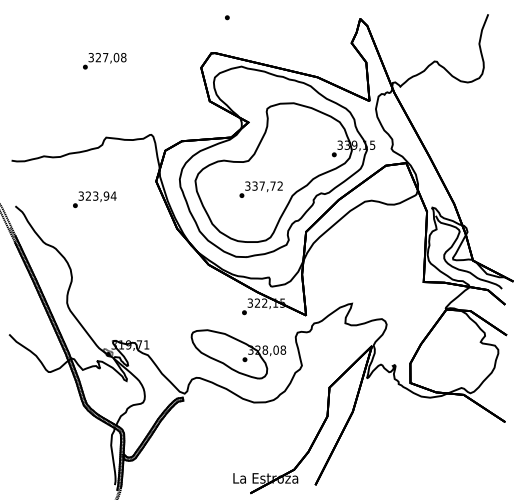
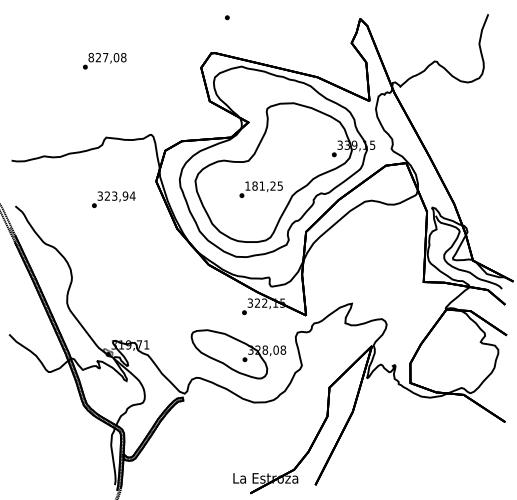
text at (91, 57): 327,08 -> 827,08
text at (263, 185): 337,72 -> 181,25
text at (94, 199) position: (94, 199) -> (113, 199)
